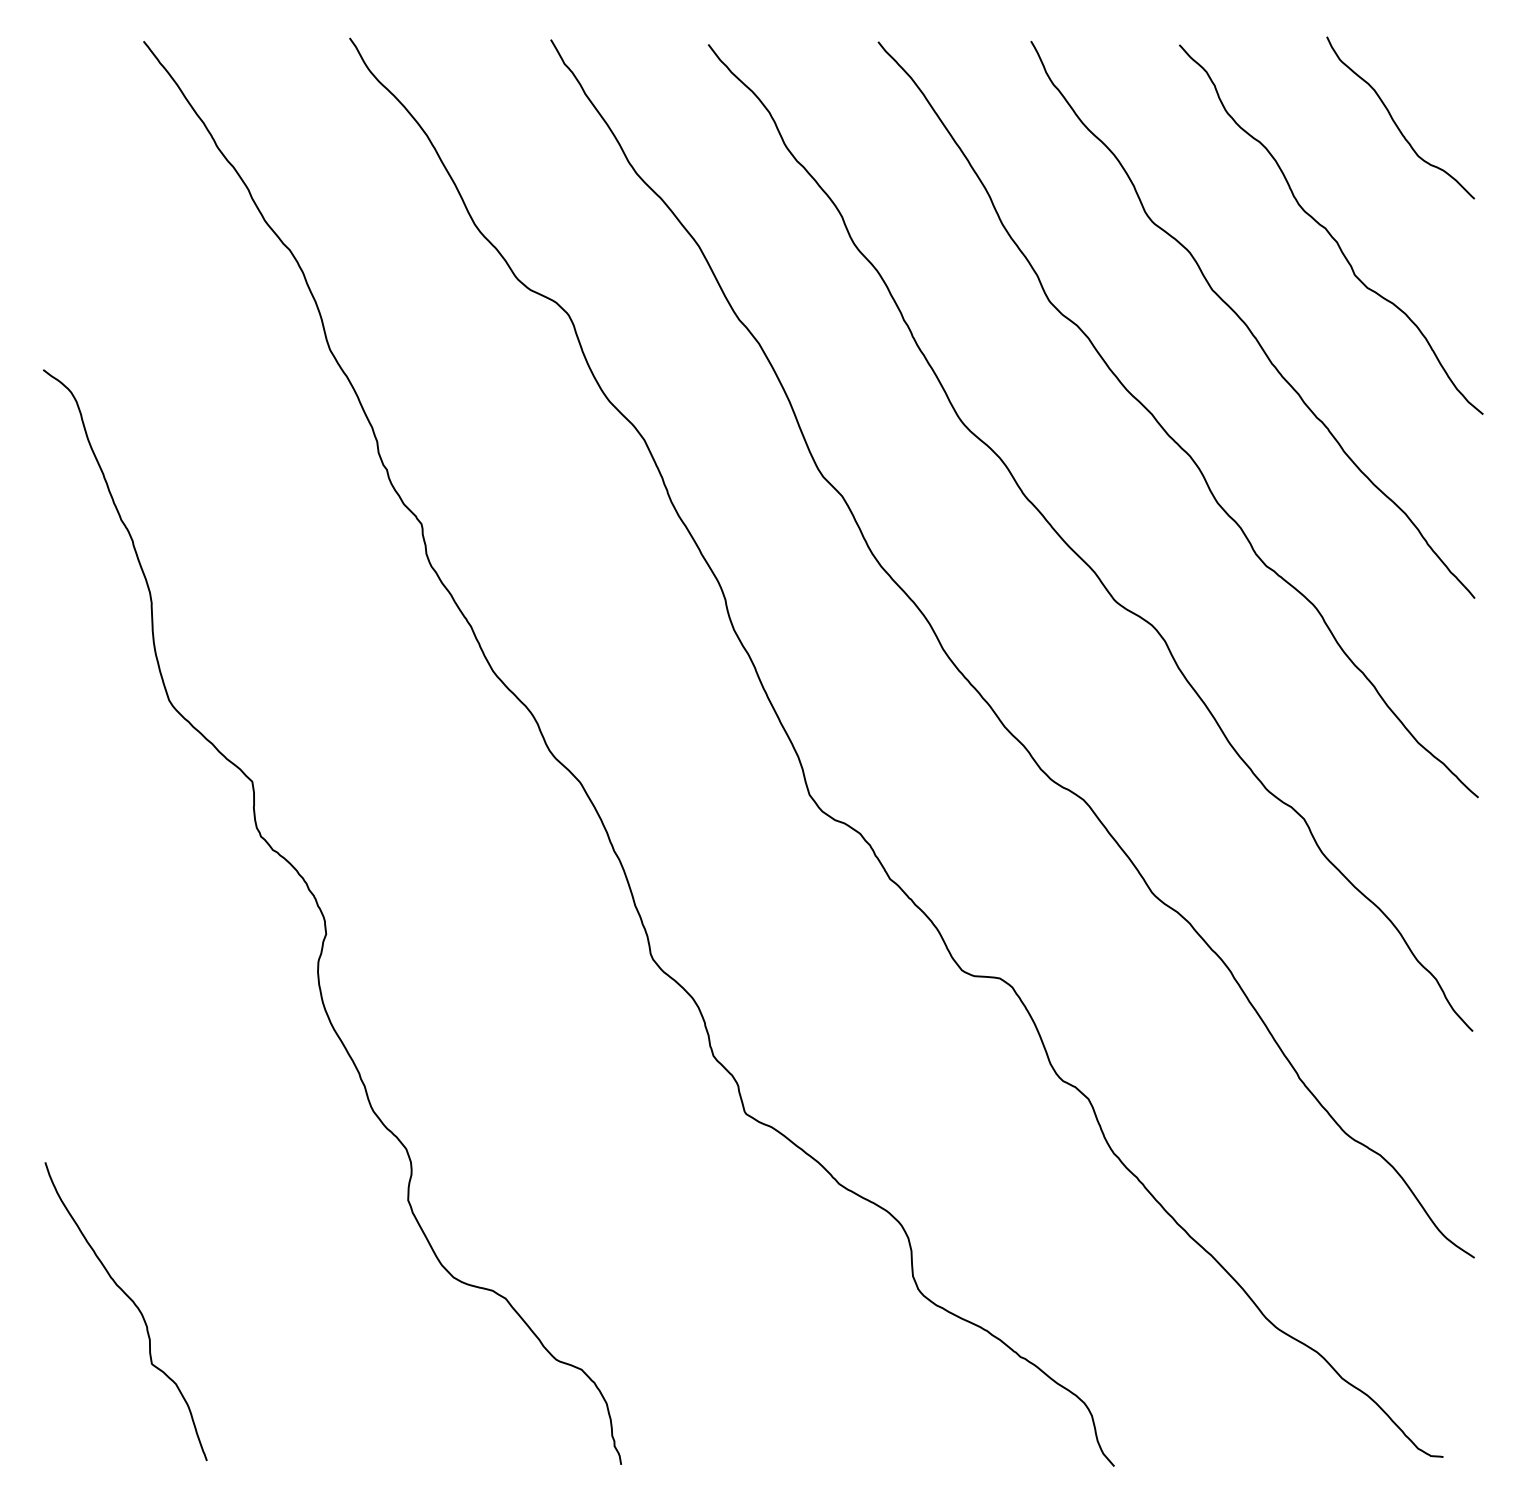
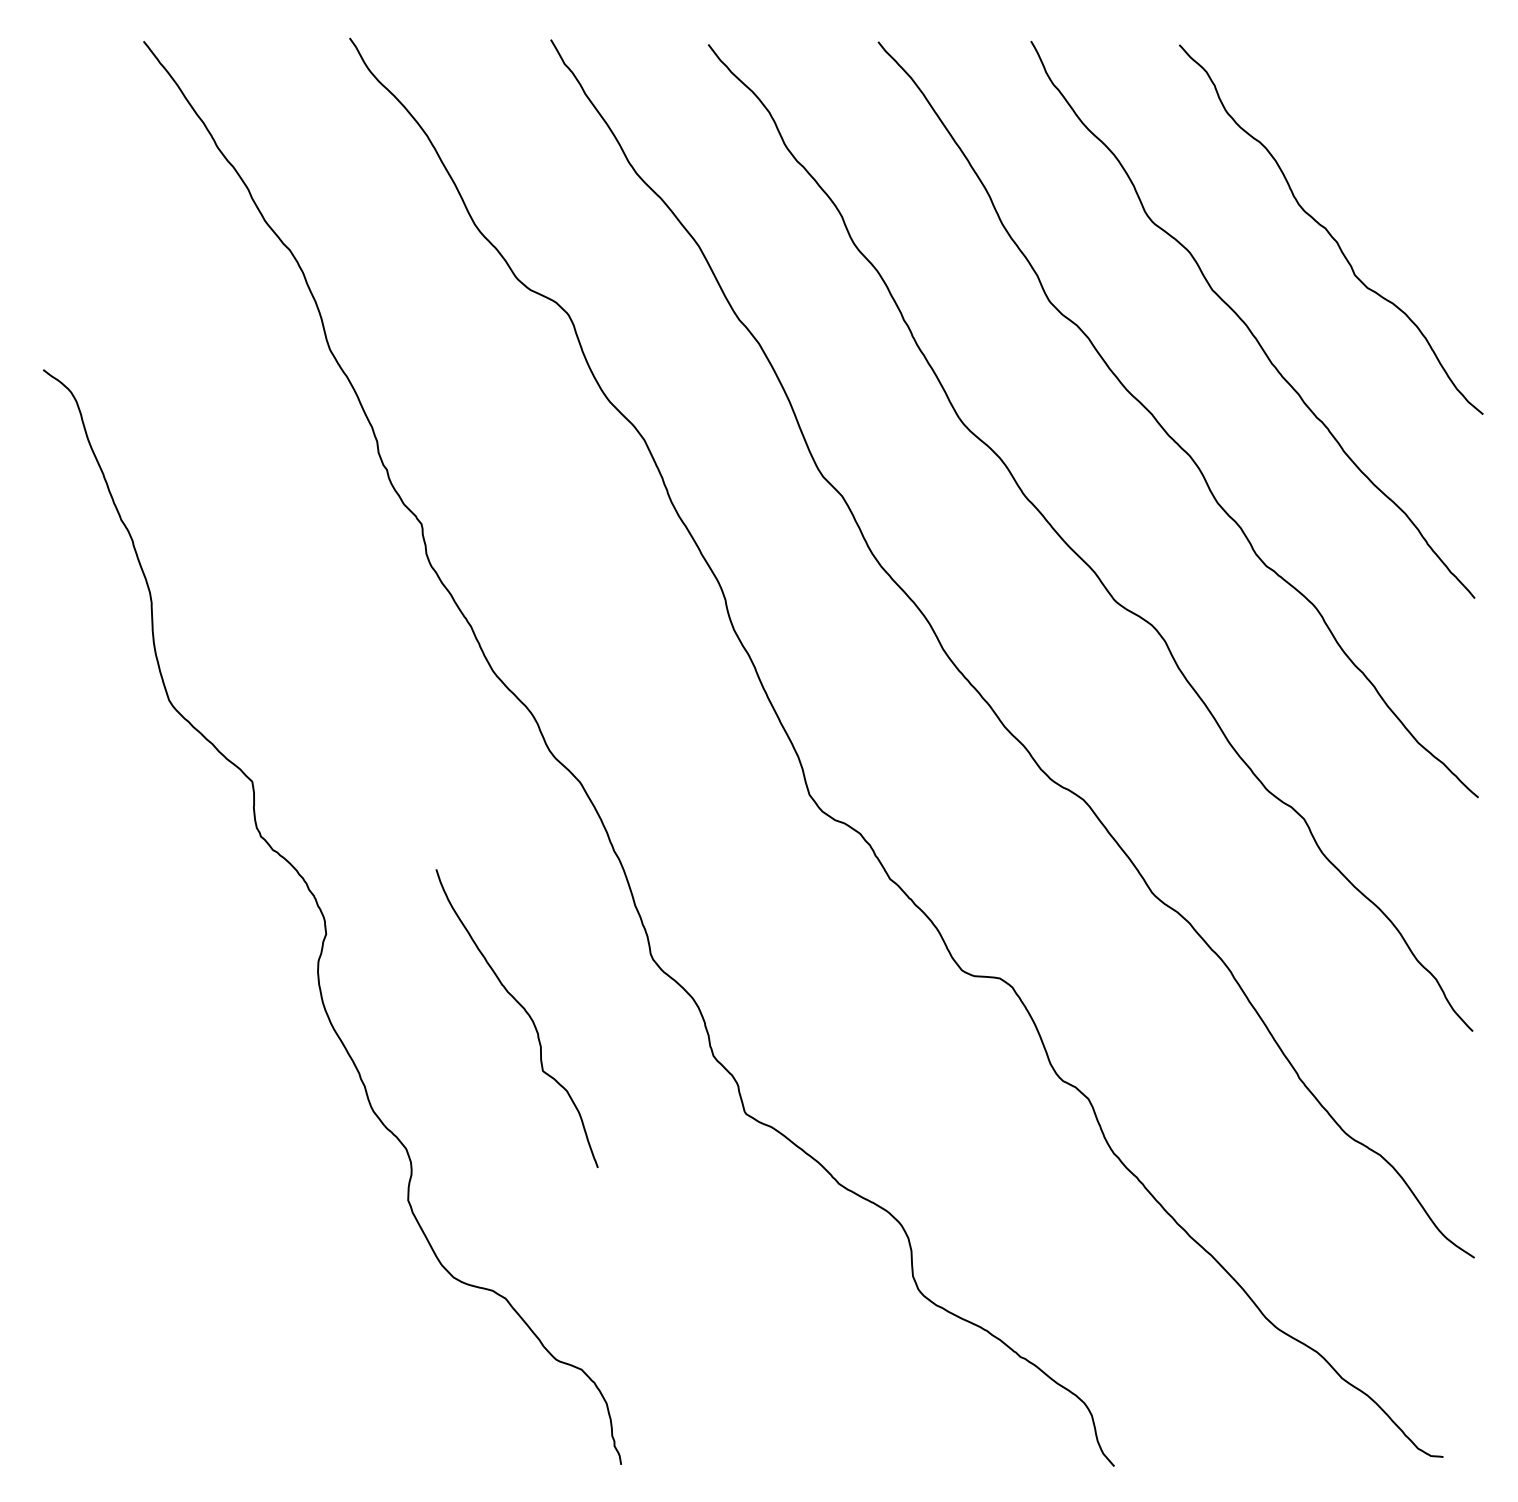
curve at (1395, 121): present -> none
curve at (134, 1305) position: (134, 1305) -> (525, 1012)
